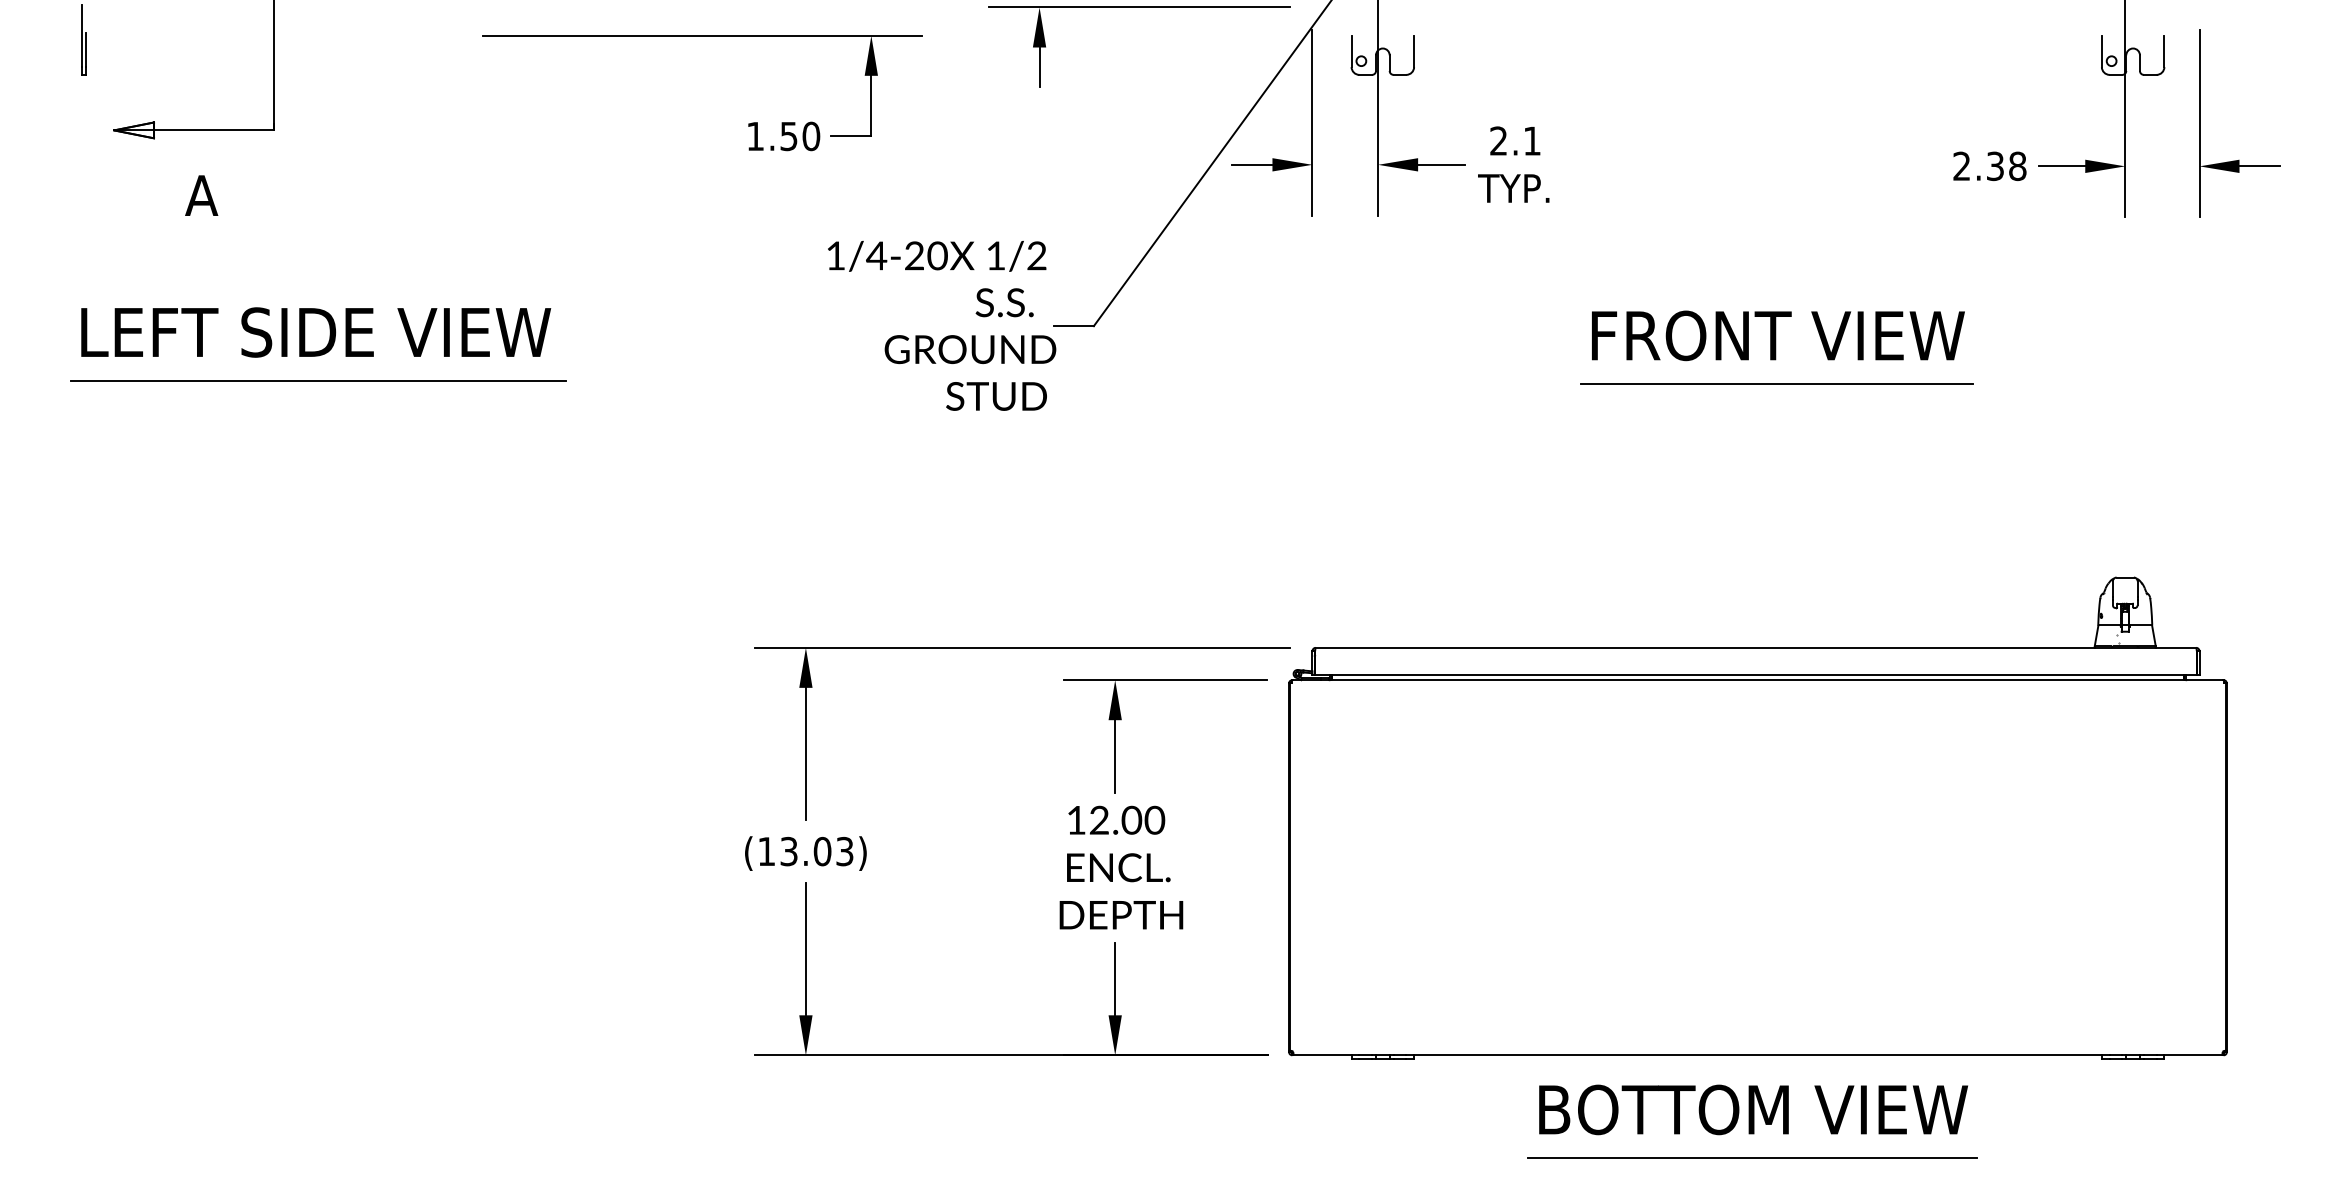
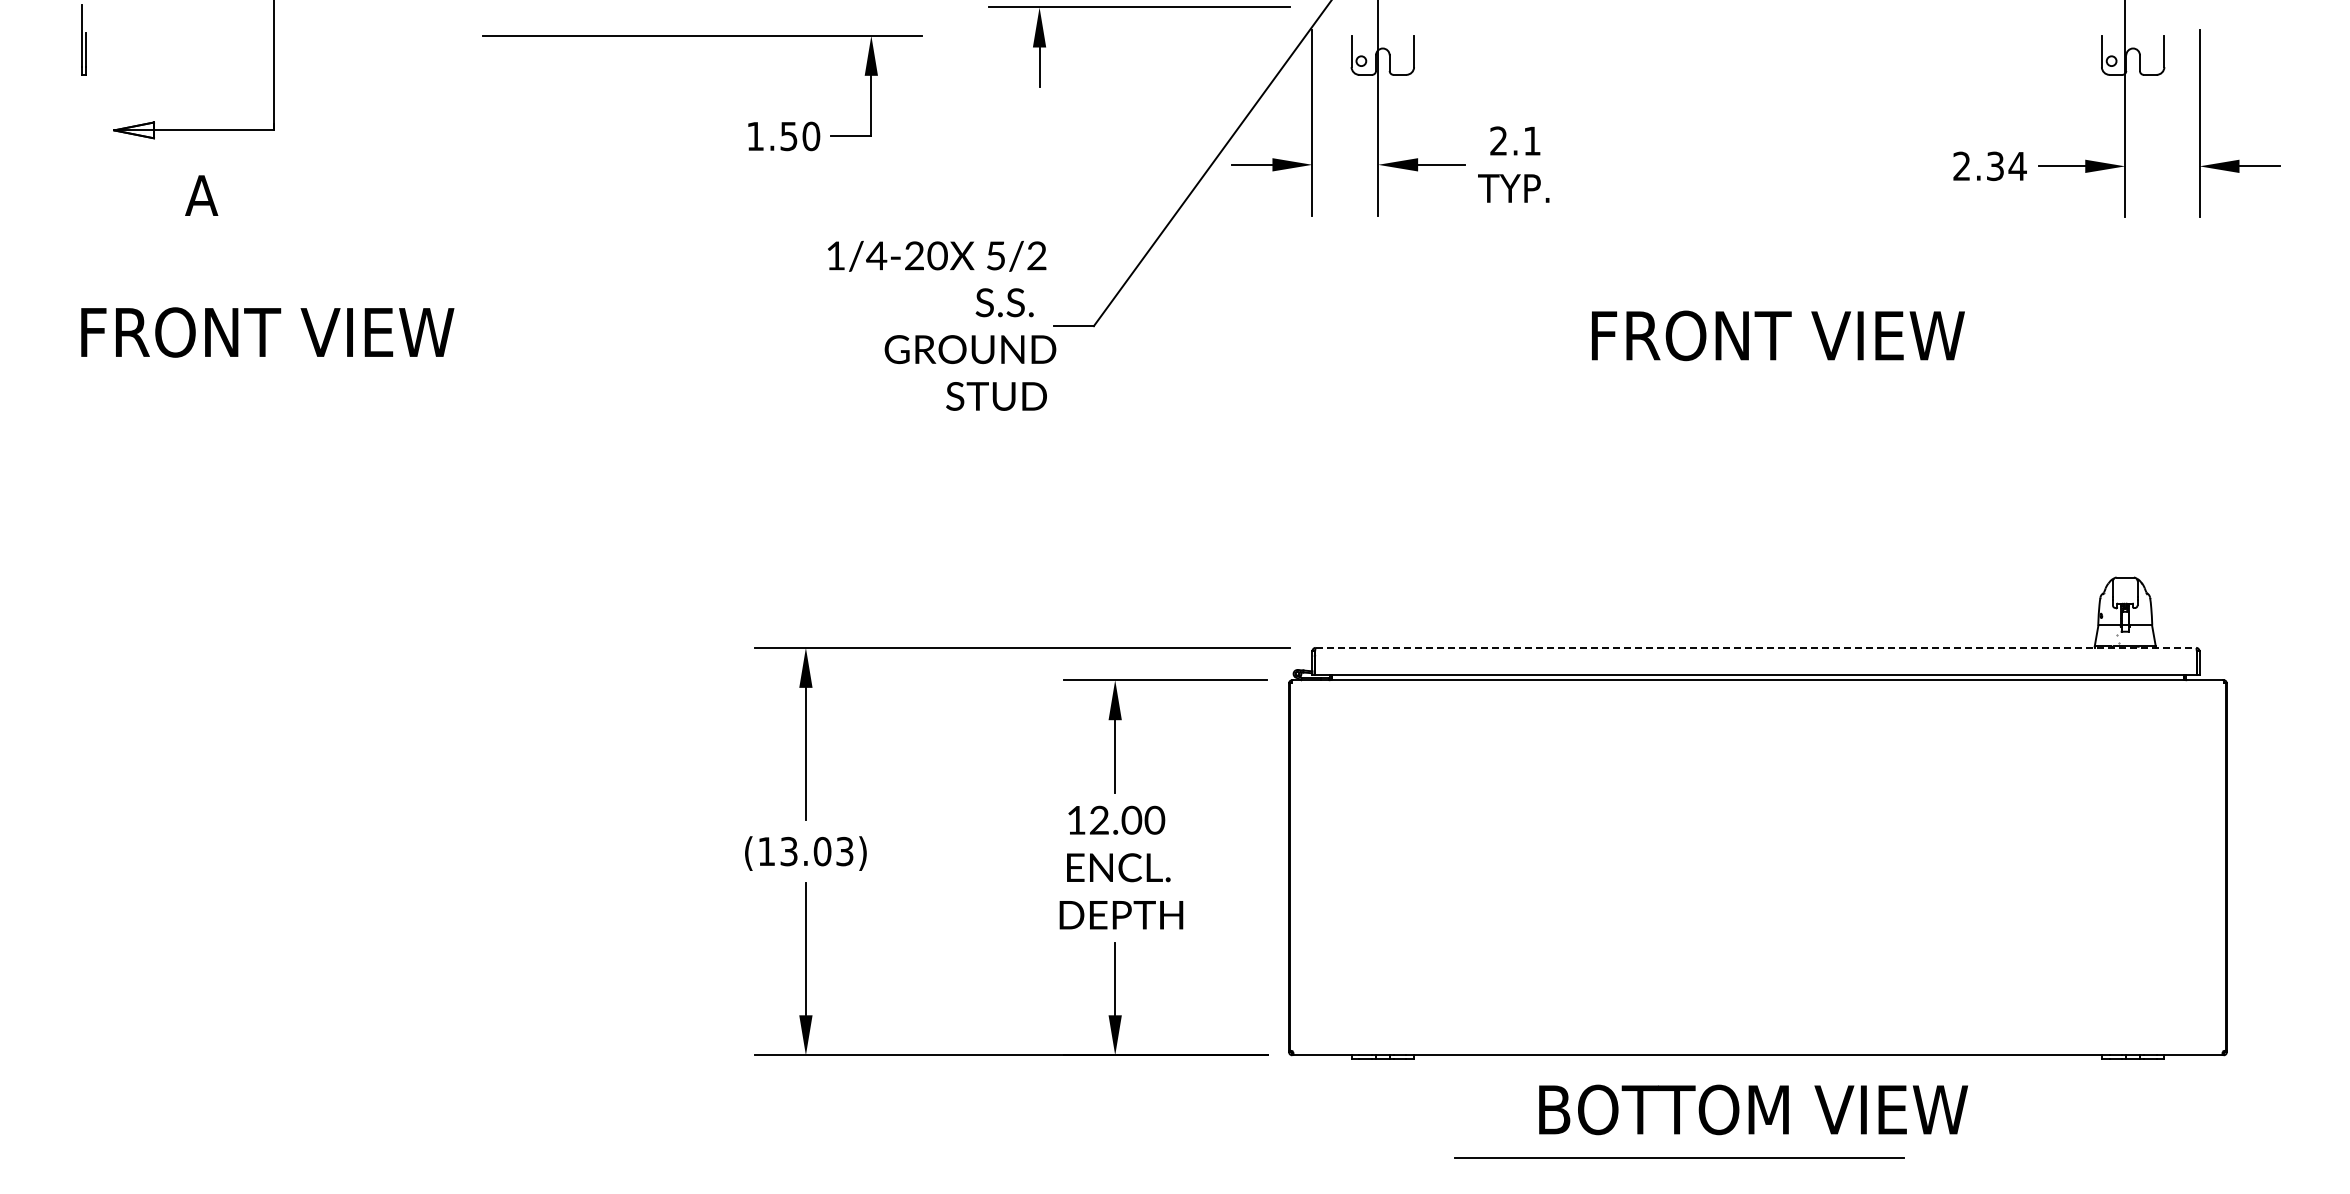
text at (2017, 166): 2.38 -> 2.34
text at (995, 255): 1/2 -> 5/2
text at (319, 332): LEFT SIDE VIEW -> FRONT VIEW
line at (318, 380): present -> none
line at (1777, 384): present -> none
line at (1756, 647): solid -> dashed
line at (1752, 1157) position: (1752, 1157) -> (1679, 1157)
